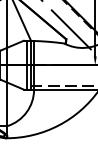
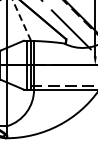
line at (21, 20): solid -> dashed
